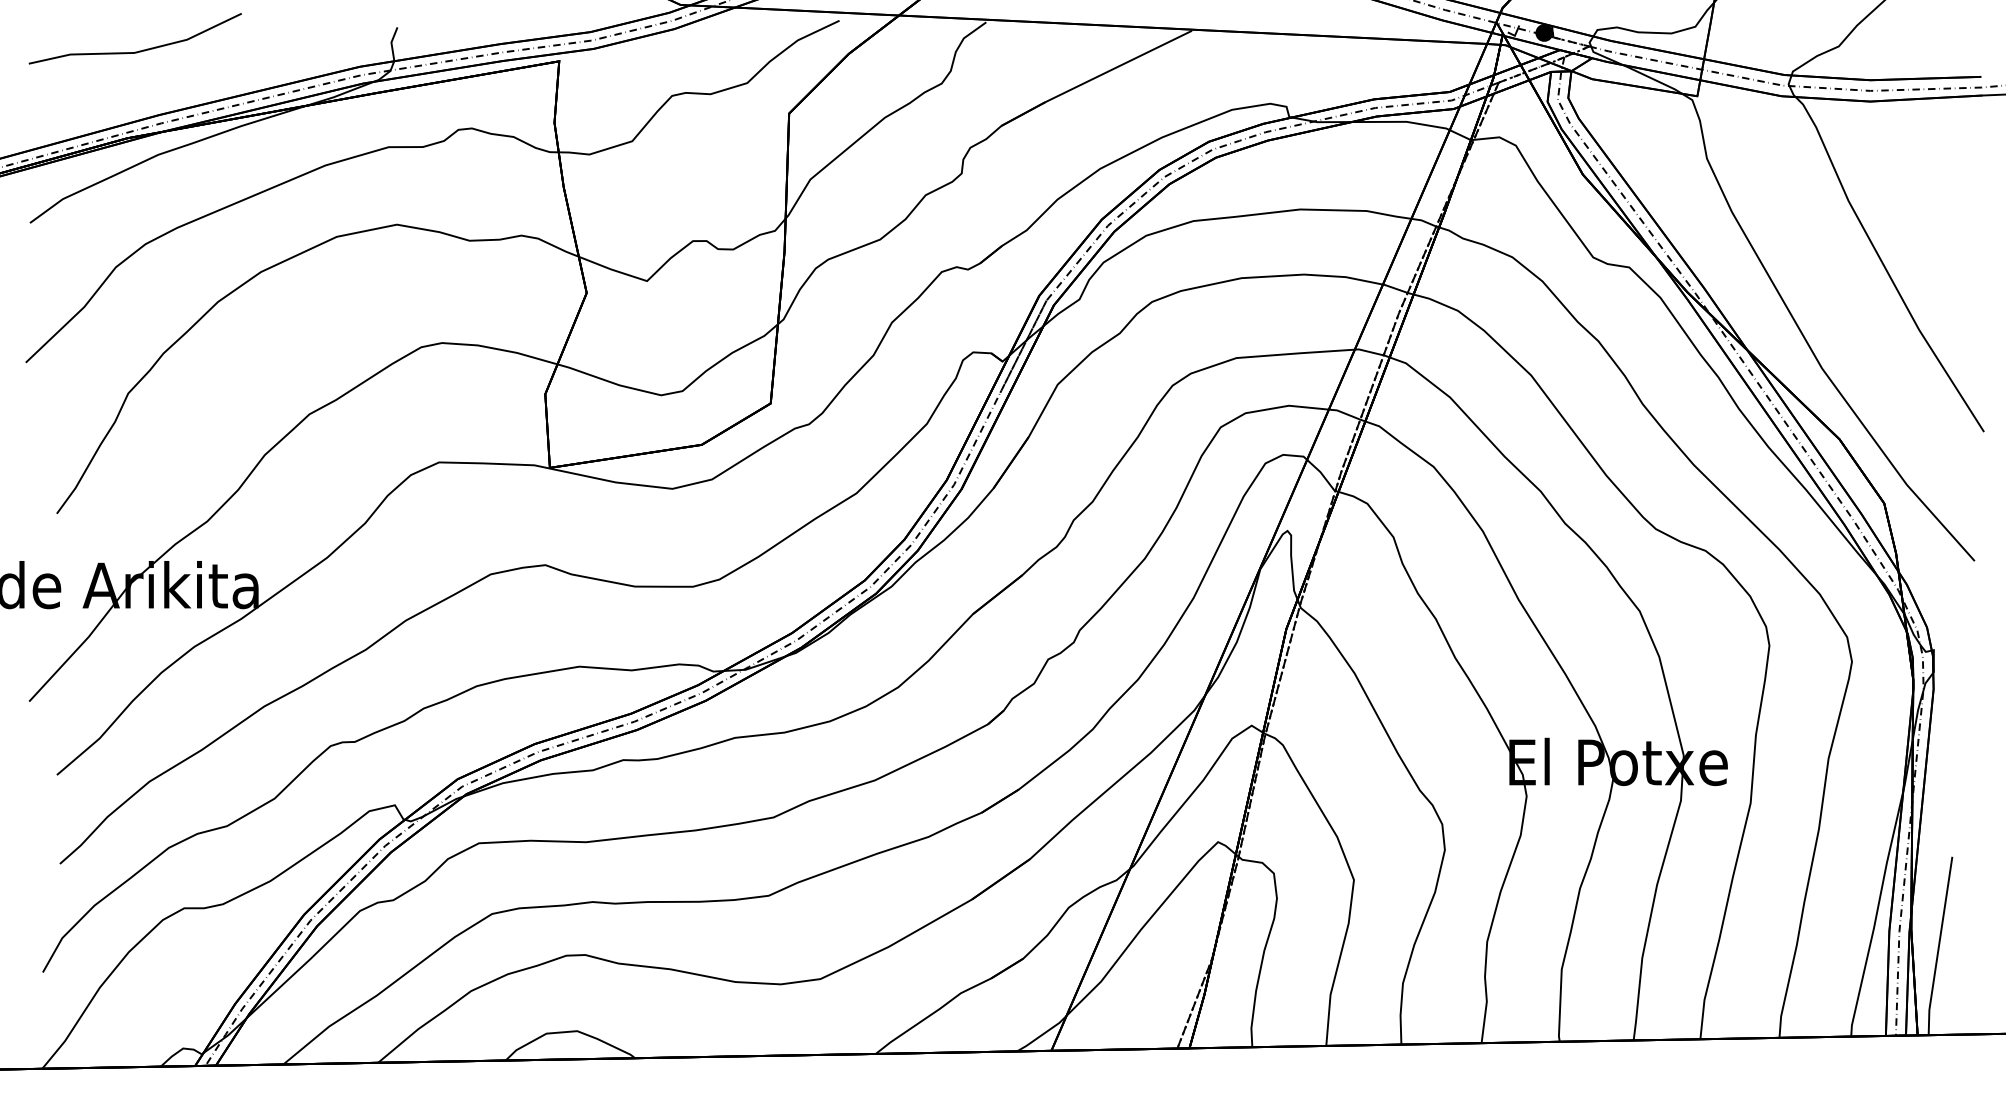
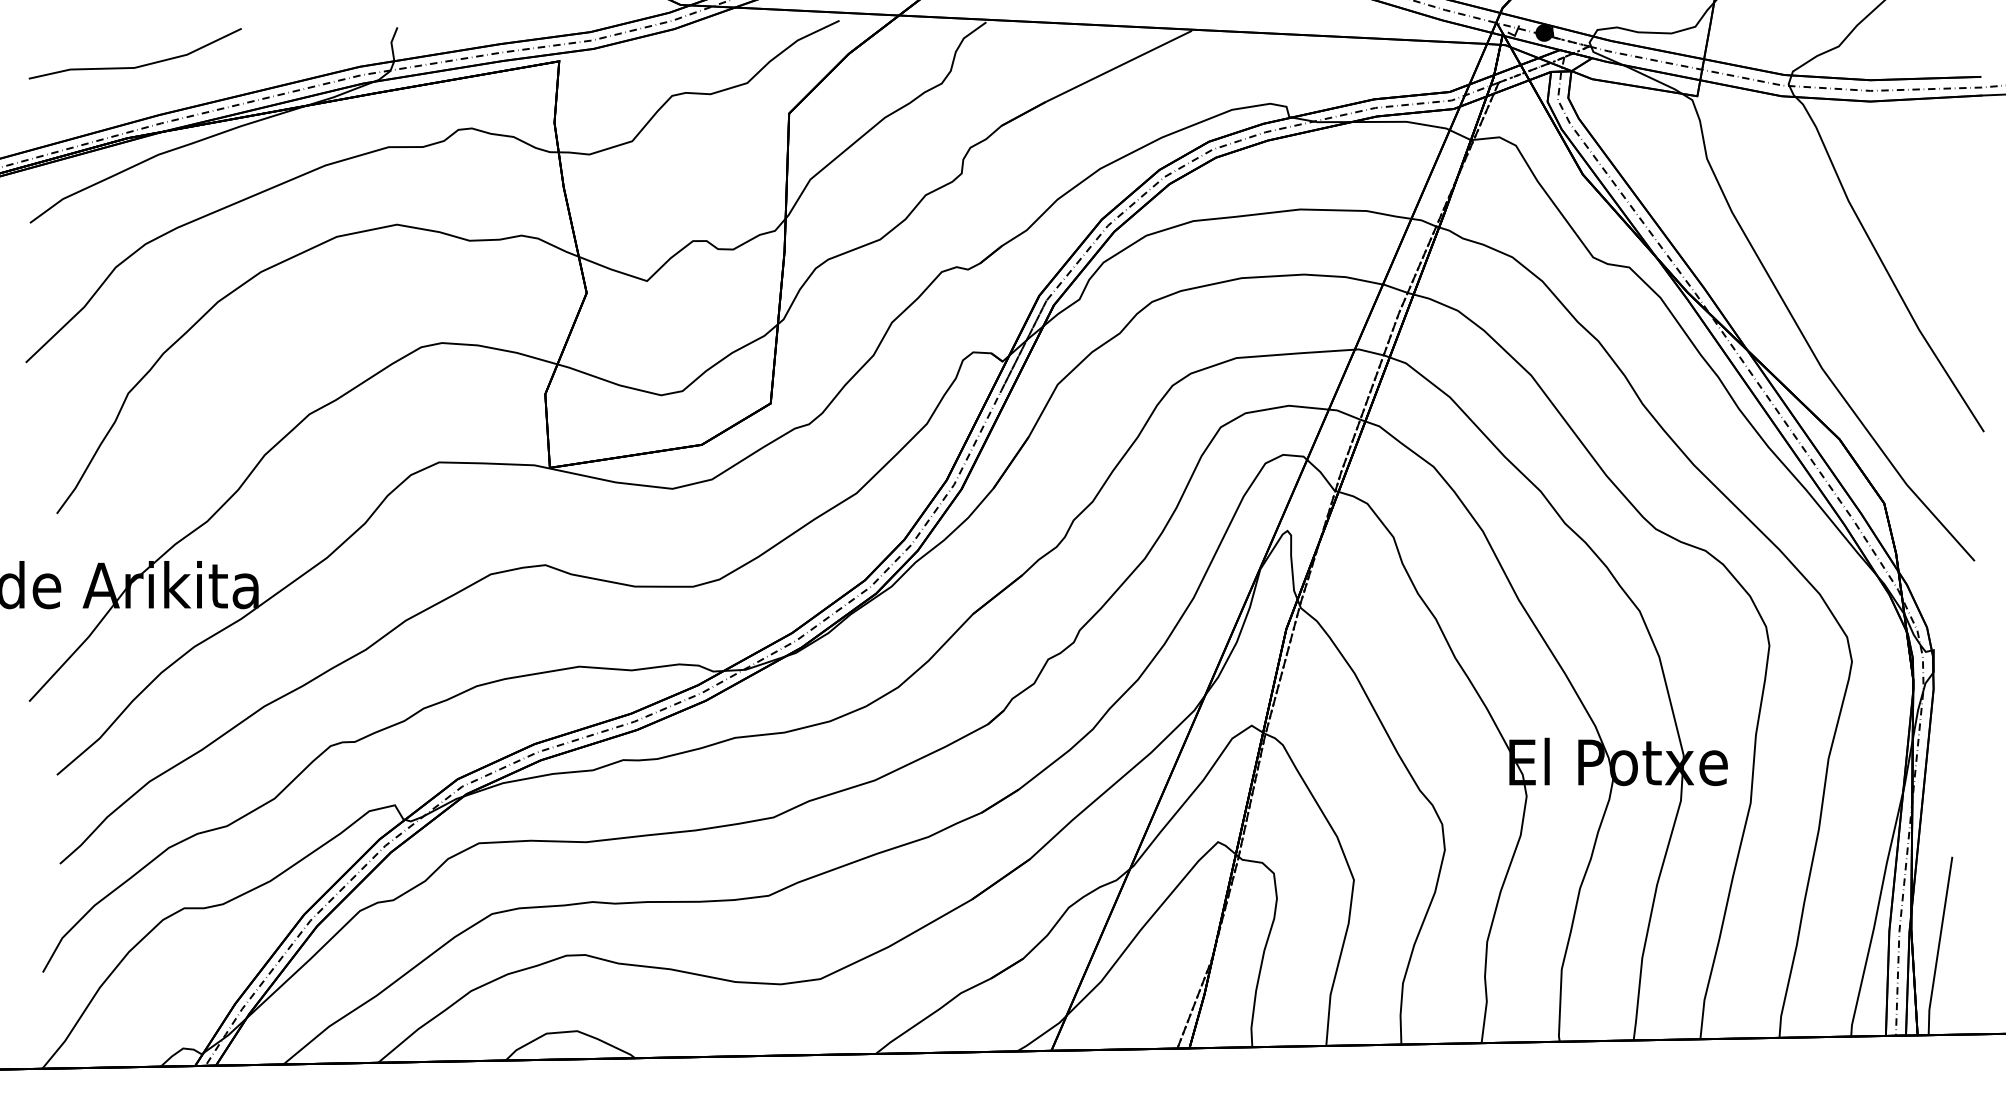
line at (139, 50) position: (139, 50) -> (139, 65)
